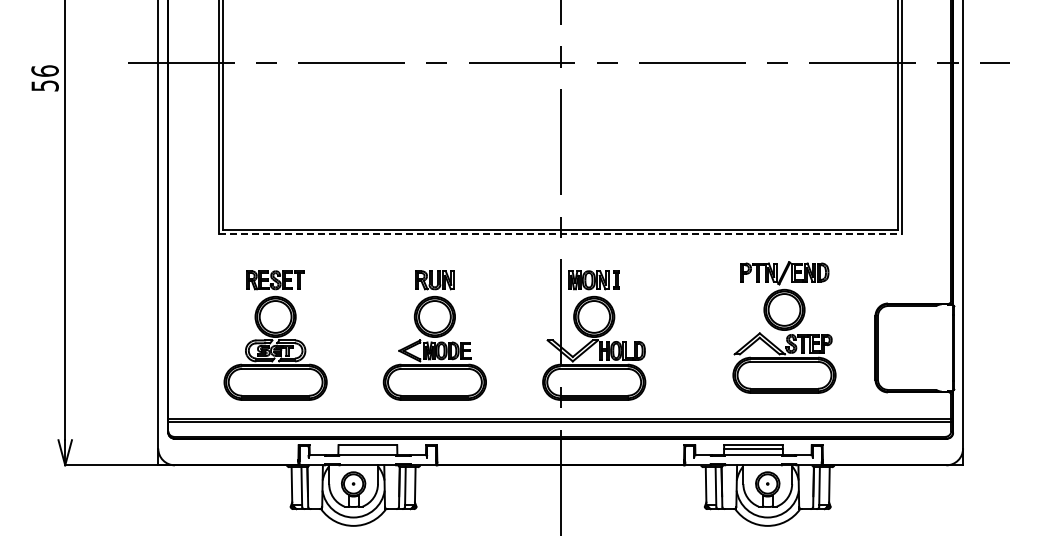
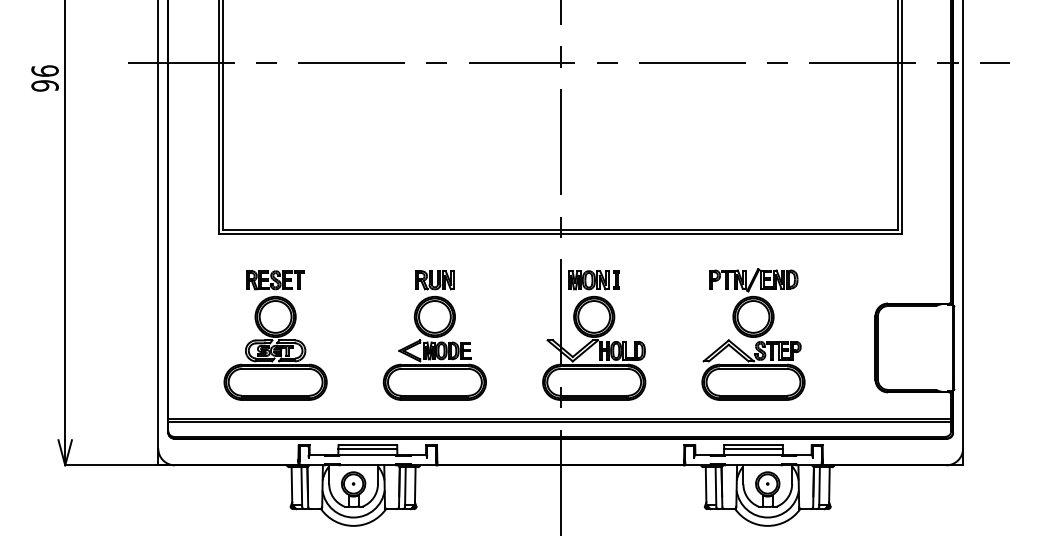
text at (44, 85): 56 -> 96
line at (560, 234): dashed -> solid
part at (784, 327) position: (784, 327) -> (753, 334)
line at (367, 449): none -> present
